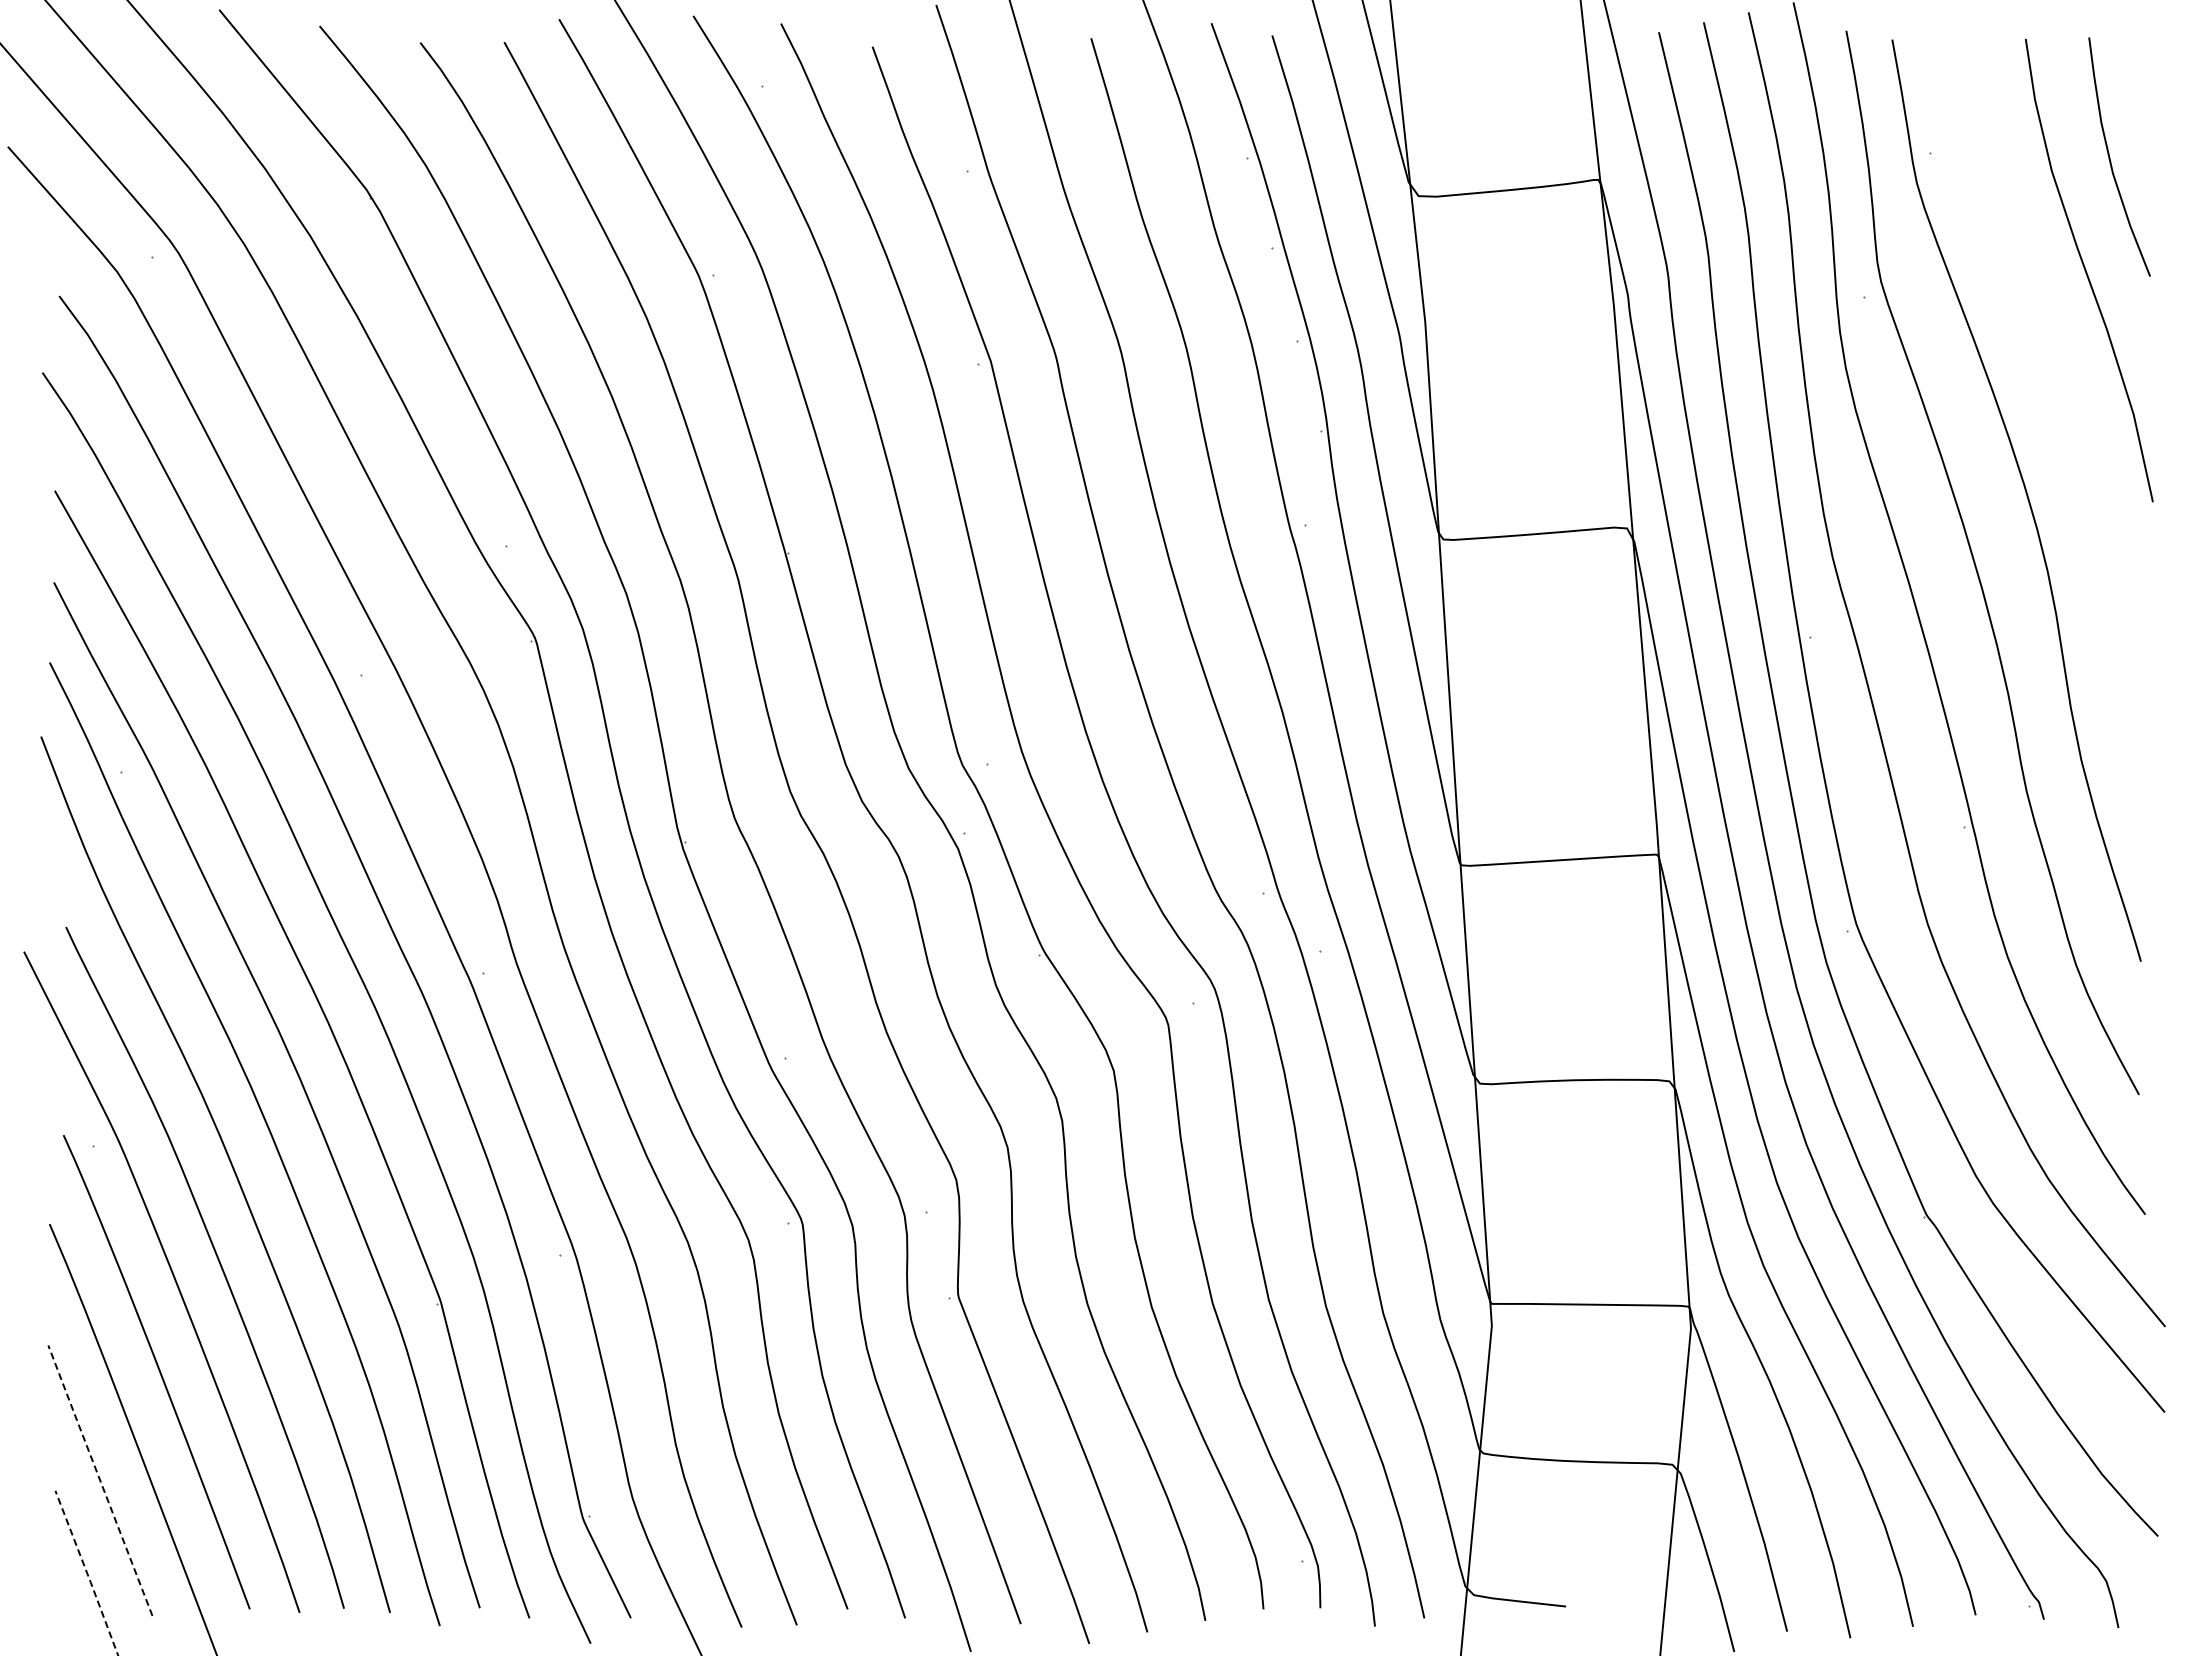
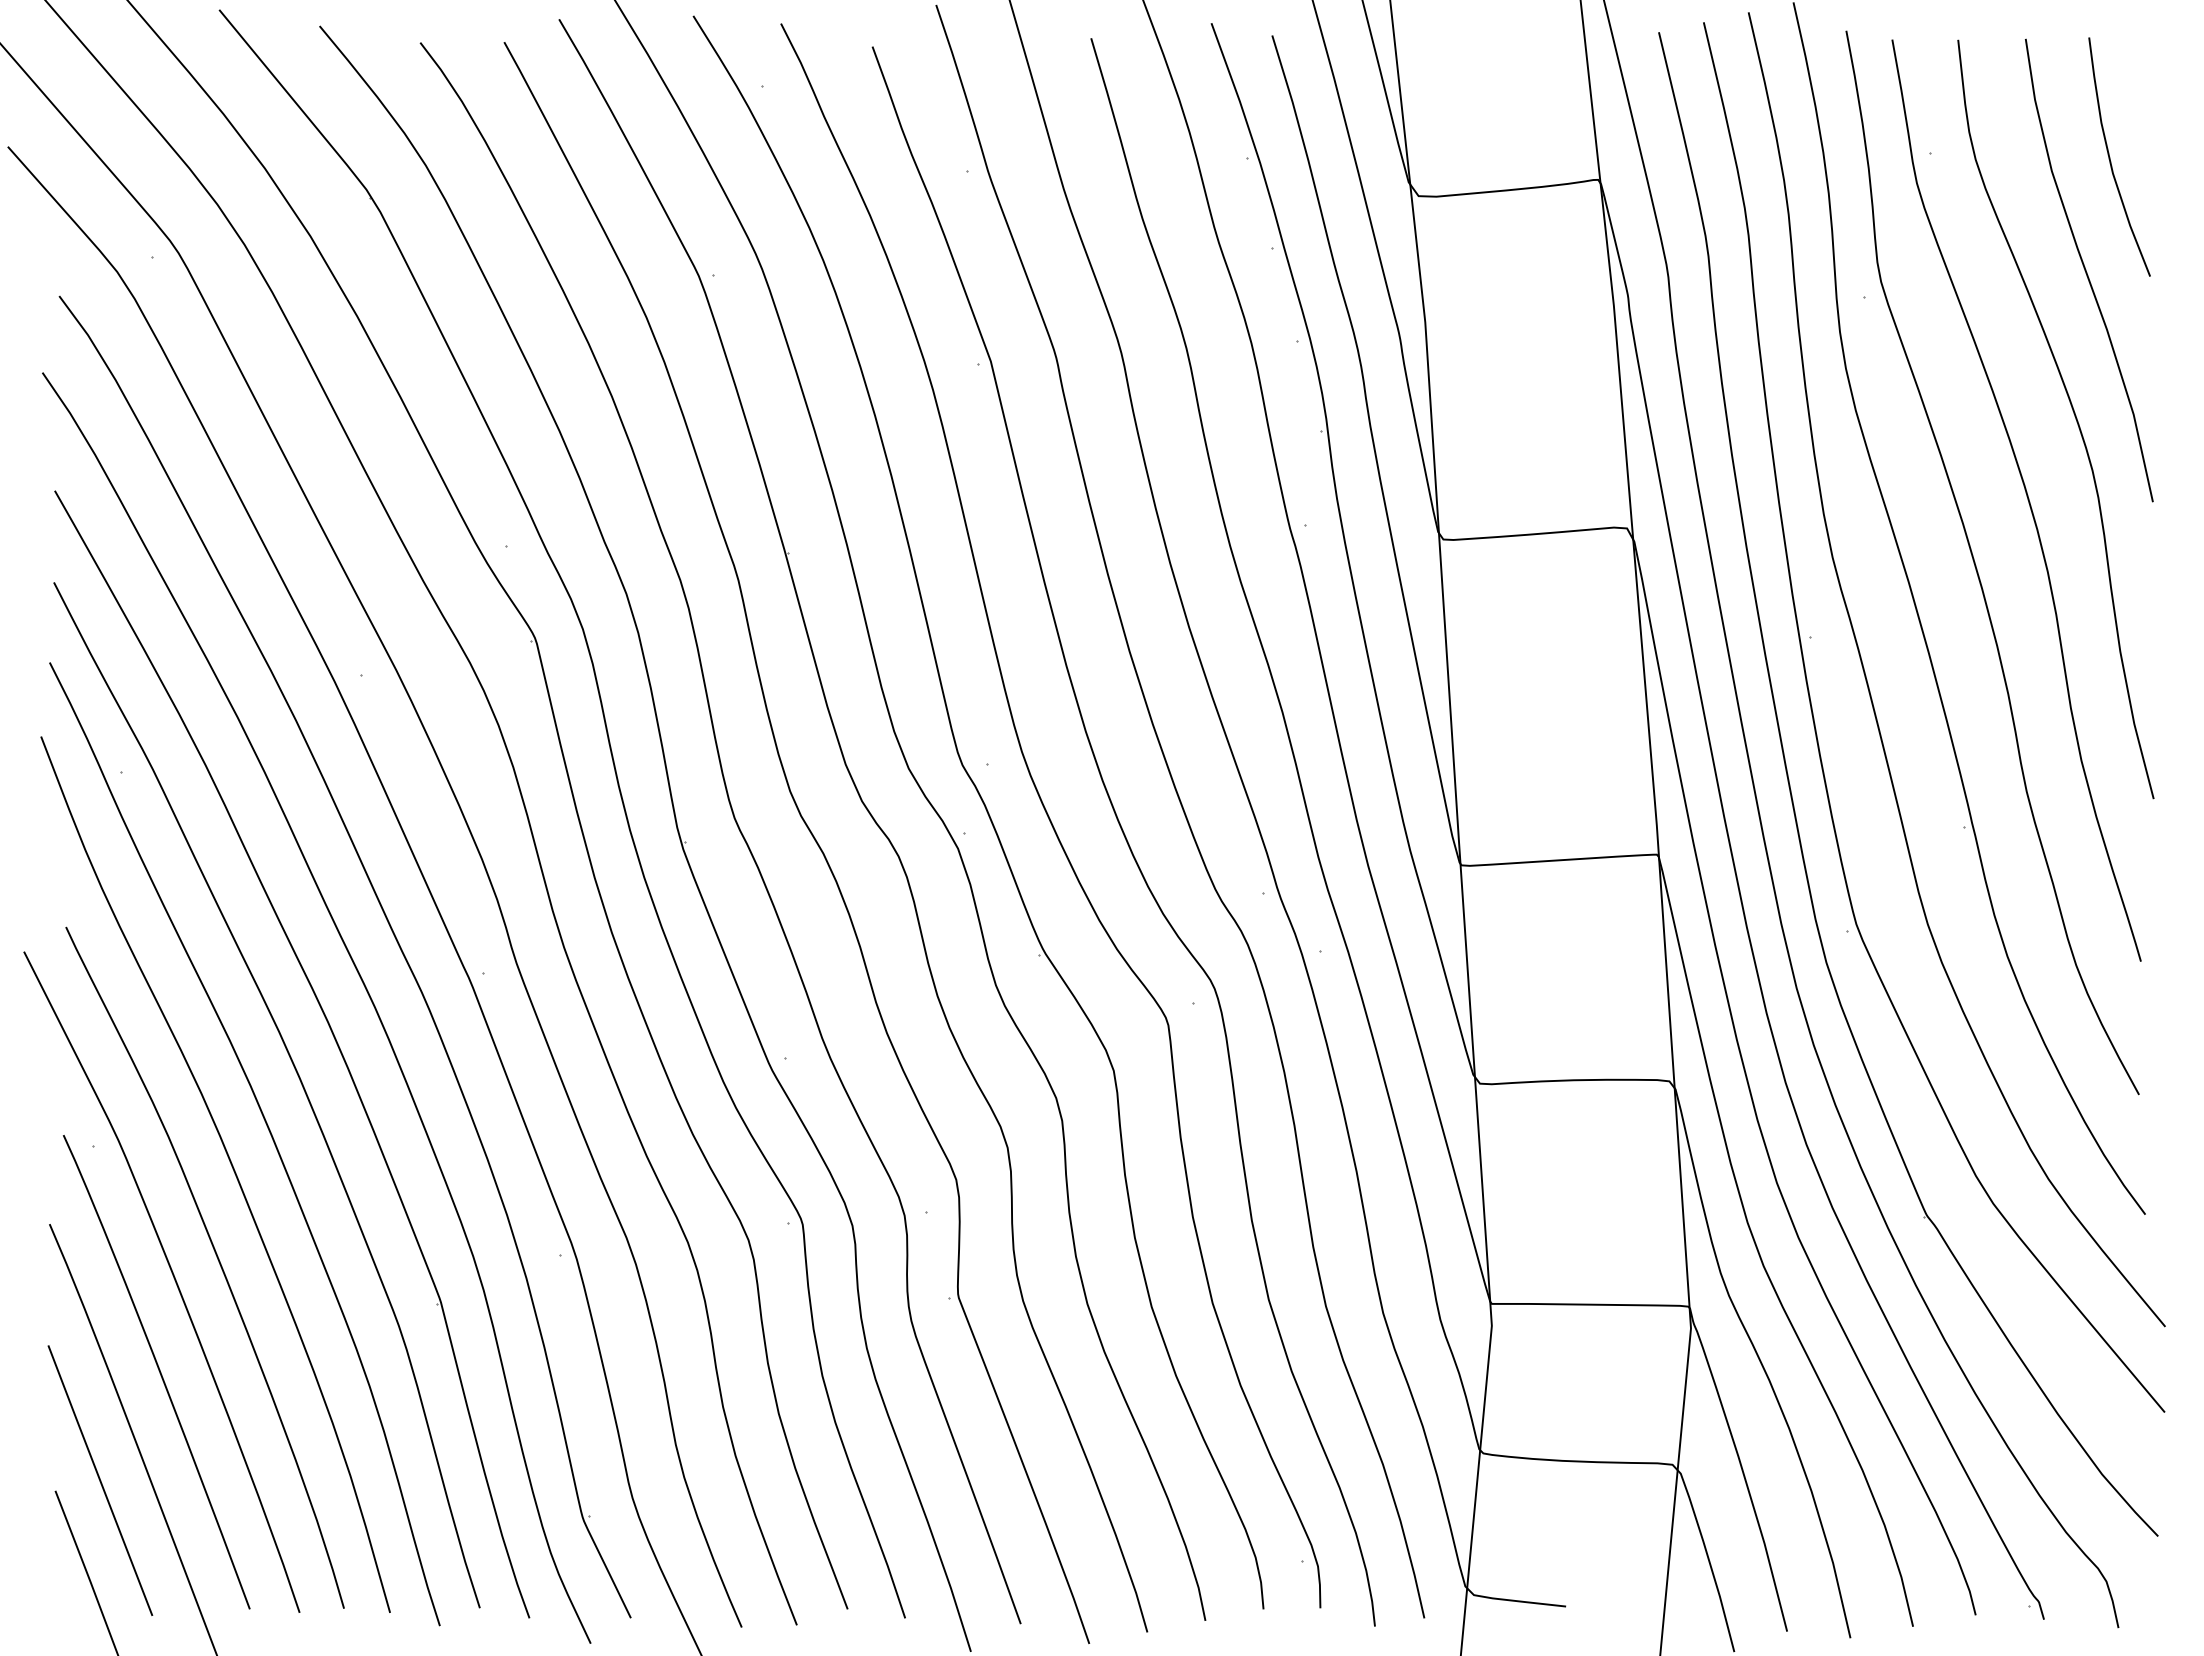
curve at (2072, 411): none -> present
line at (99, 1479): dashed -> solid
line at (87, 1573): dashed -> solid
